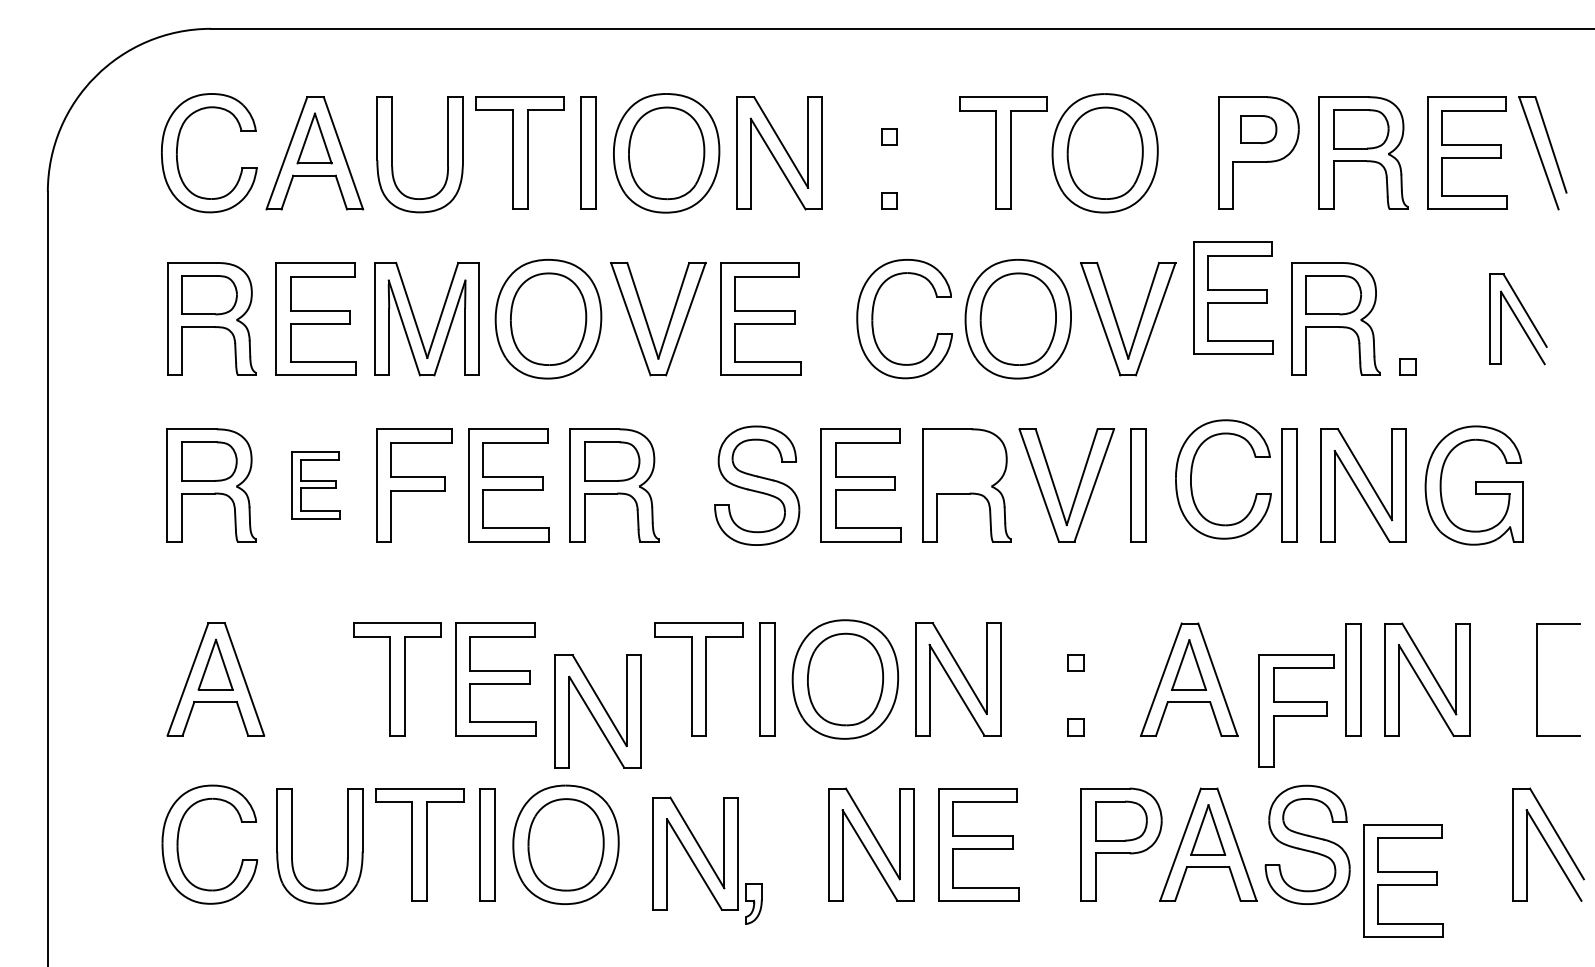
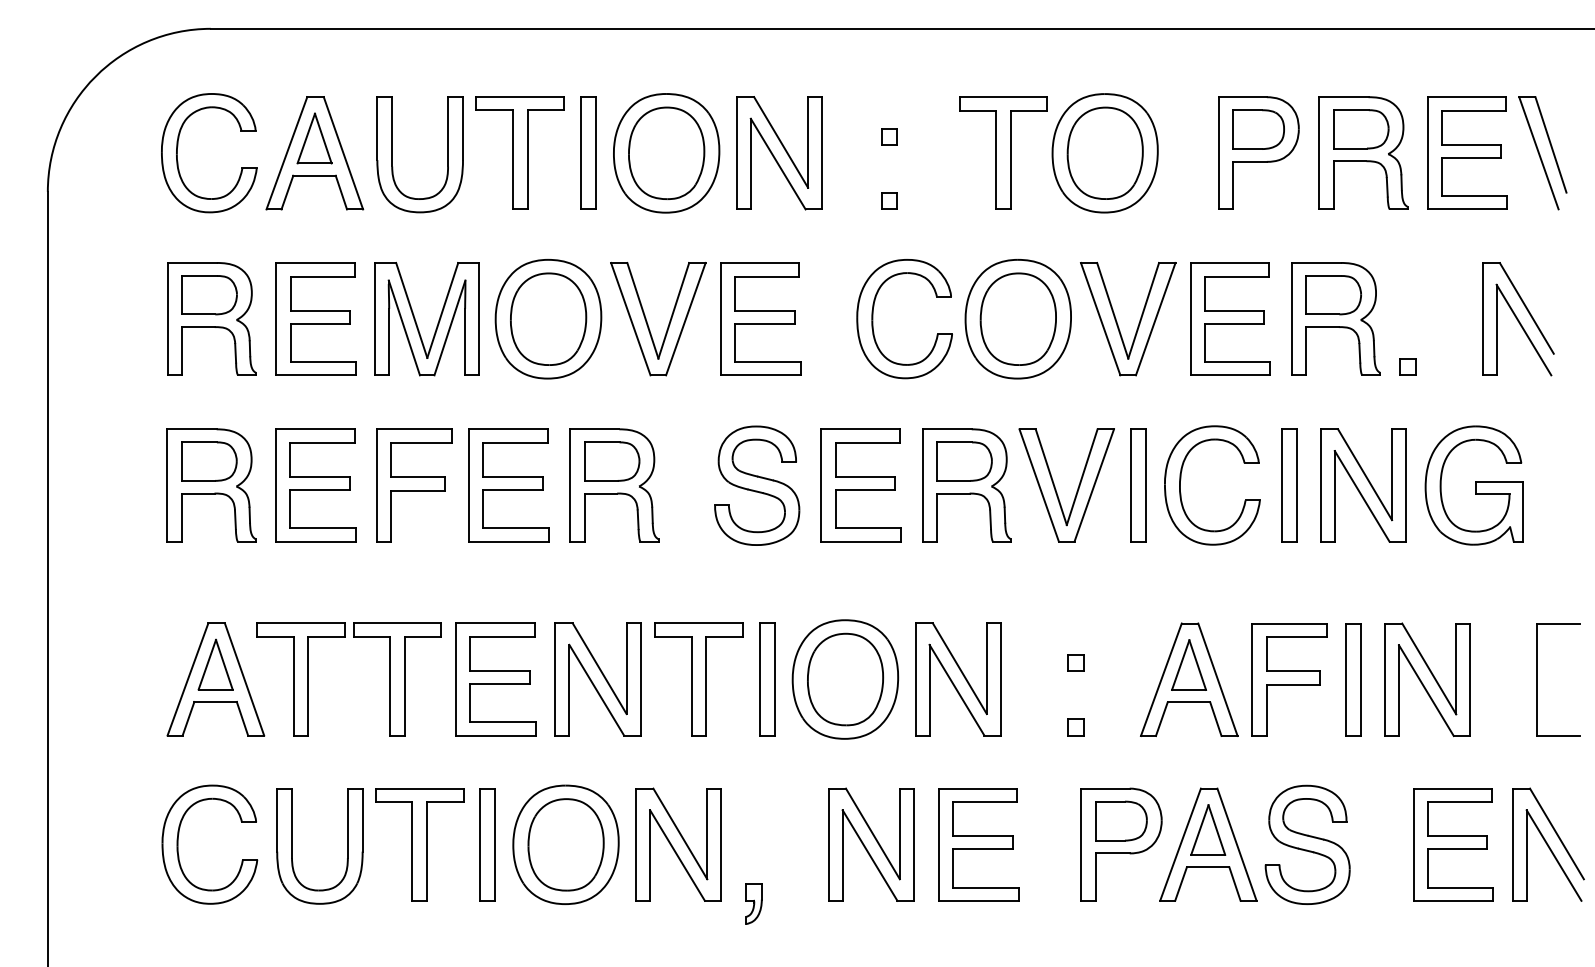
part at (1258, 129) size: 38x30 px -> 53x41 px
part at (1233, 297) position: (1233, 297) -> (1230, 318)
part at (1518, 319) size: 59x93 px -> 73x115 px
part at (964, 461): none -> present
part at (1192, 473) position: (1192, 473) -> (1181, 479)
part at (315, 485) size: 50x69 px -> 82x115 px
part at (300, 679): none -> present
part at (1296, 710) position: (1296, 710) -> (1289, 679)
part at (597, 711) position: (597, 711) -> (597, 679)
part at (695, 853) position: (695, 853) -> (678, 844)
part at (1403, 880) position: (1403, 880) -> (1453, 844)
